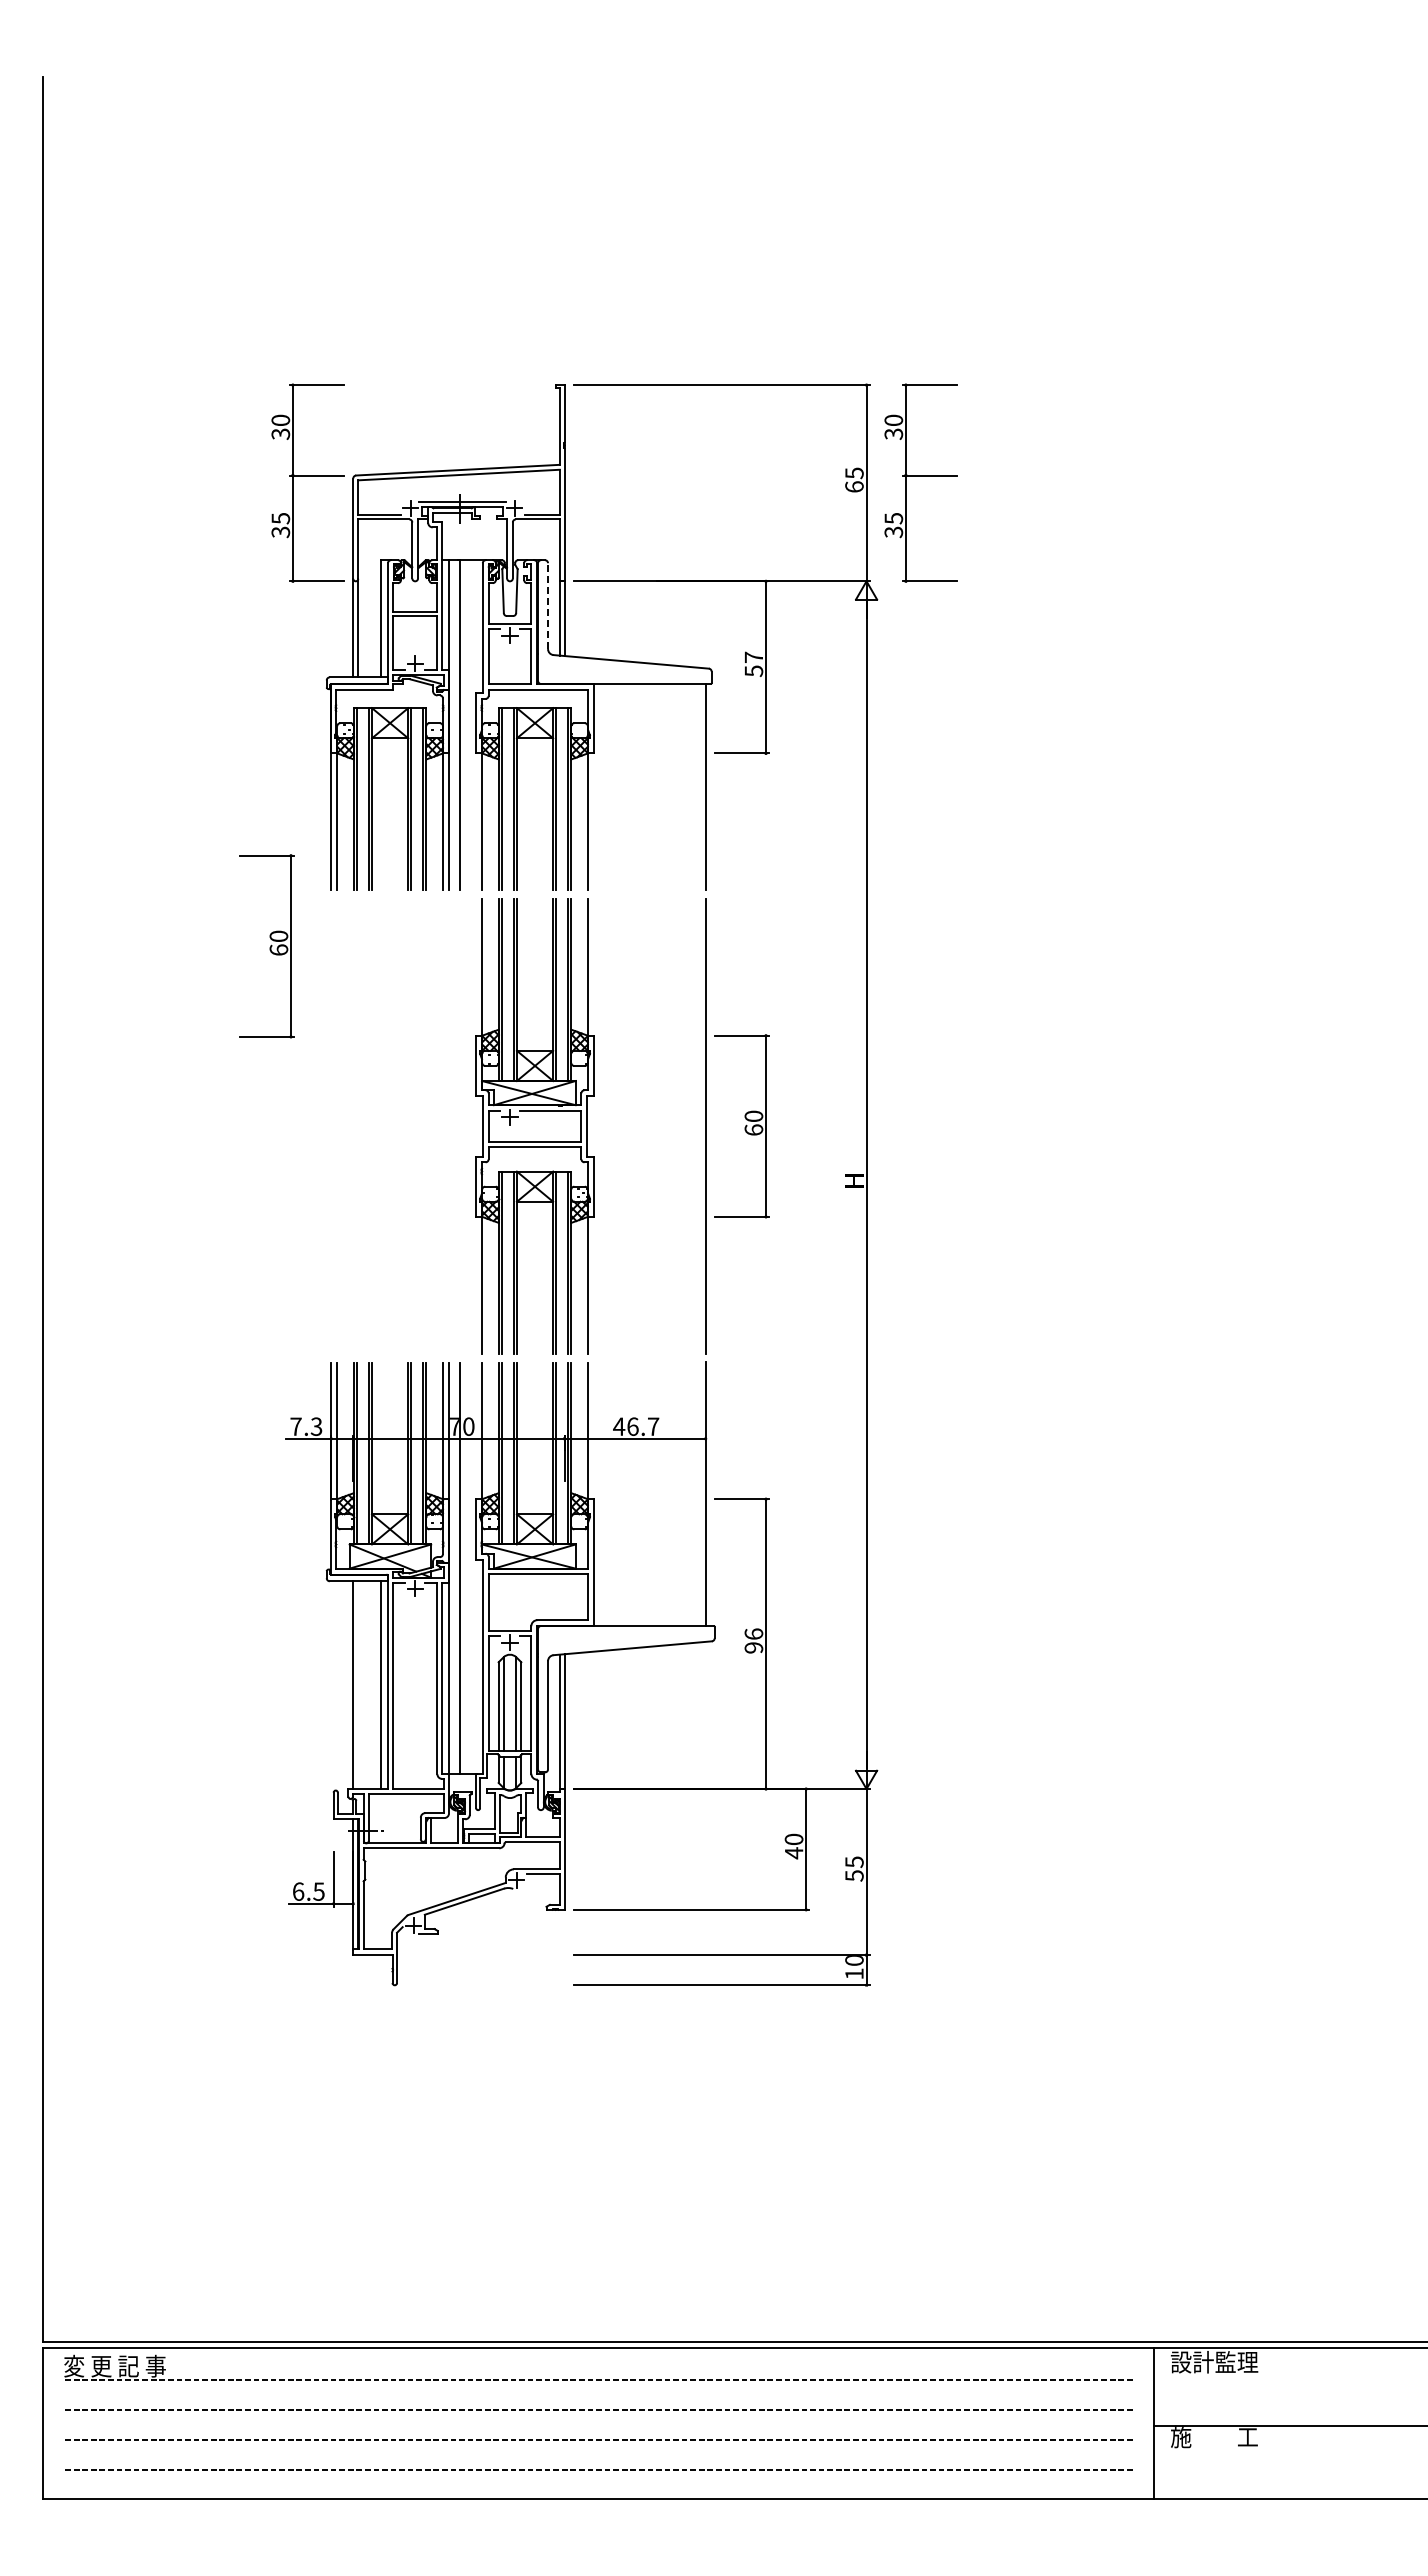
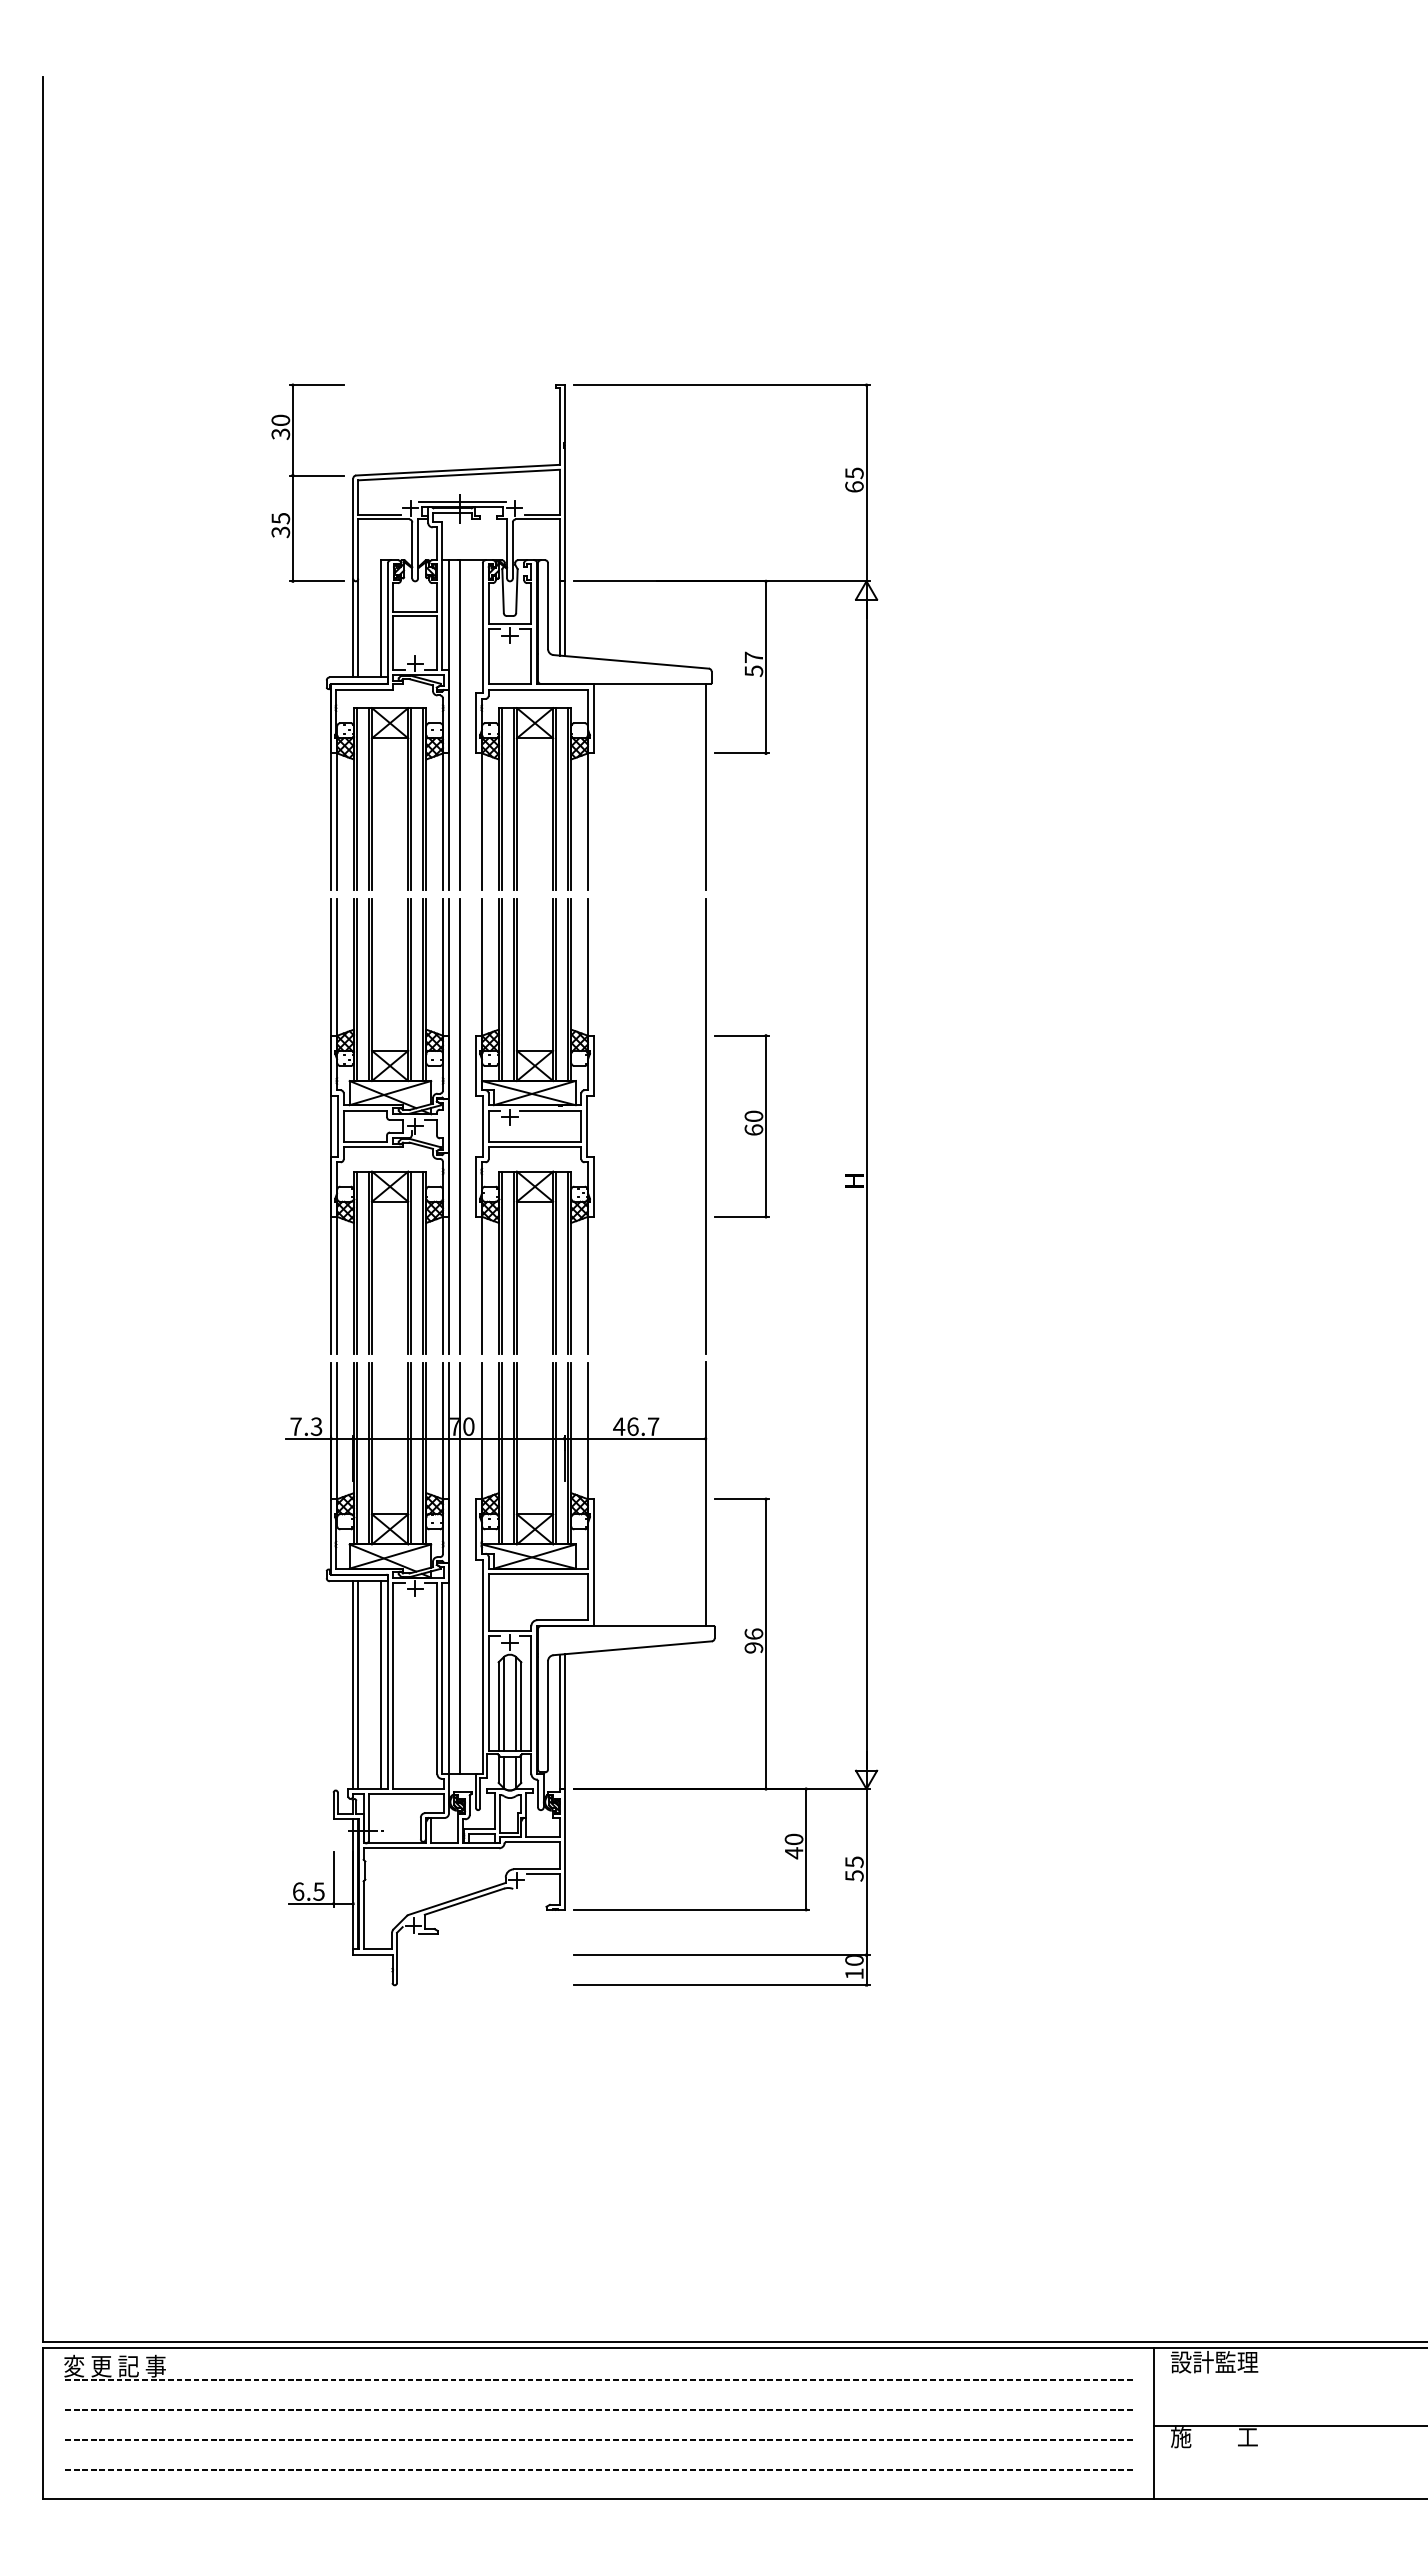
part at (920, 482): present -> none
line at (548, 606): dashed -> solid
part at (266, 946): present -> none
part at (389, 1126): none -> present
line at (459, 1126): none -> present
line at (358, 1685): none -> present
